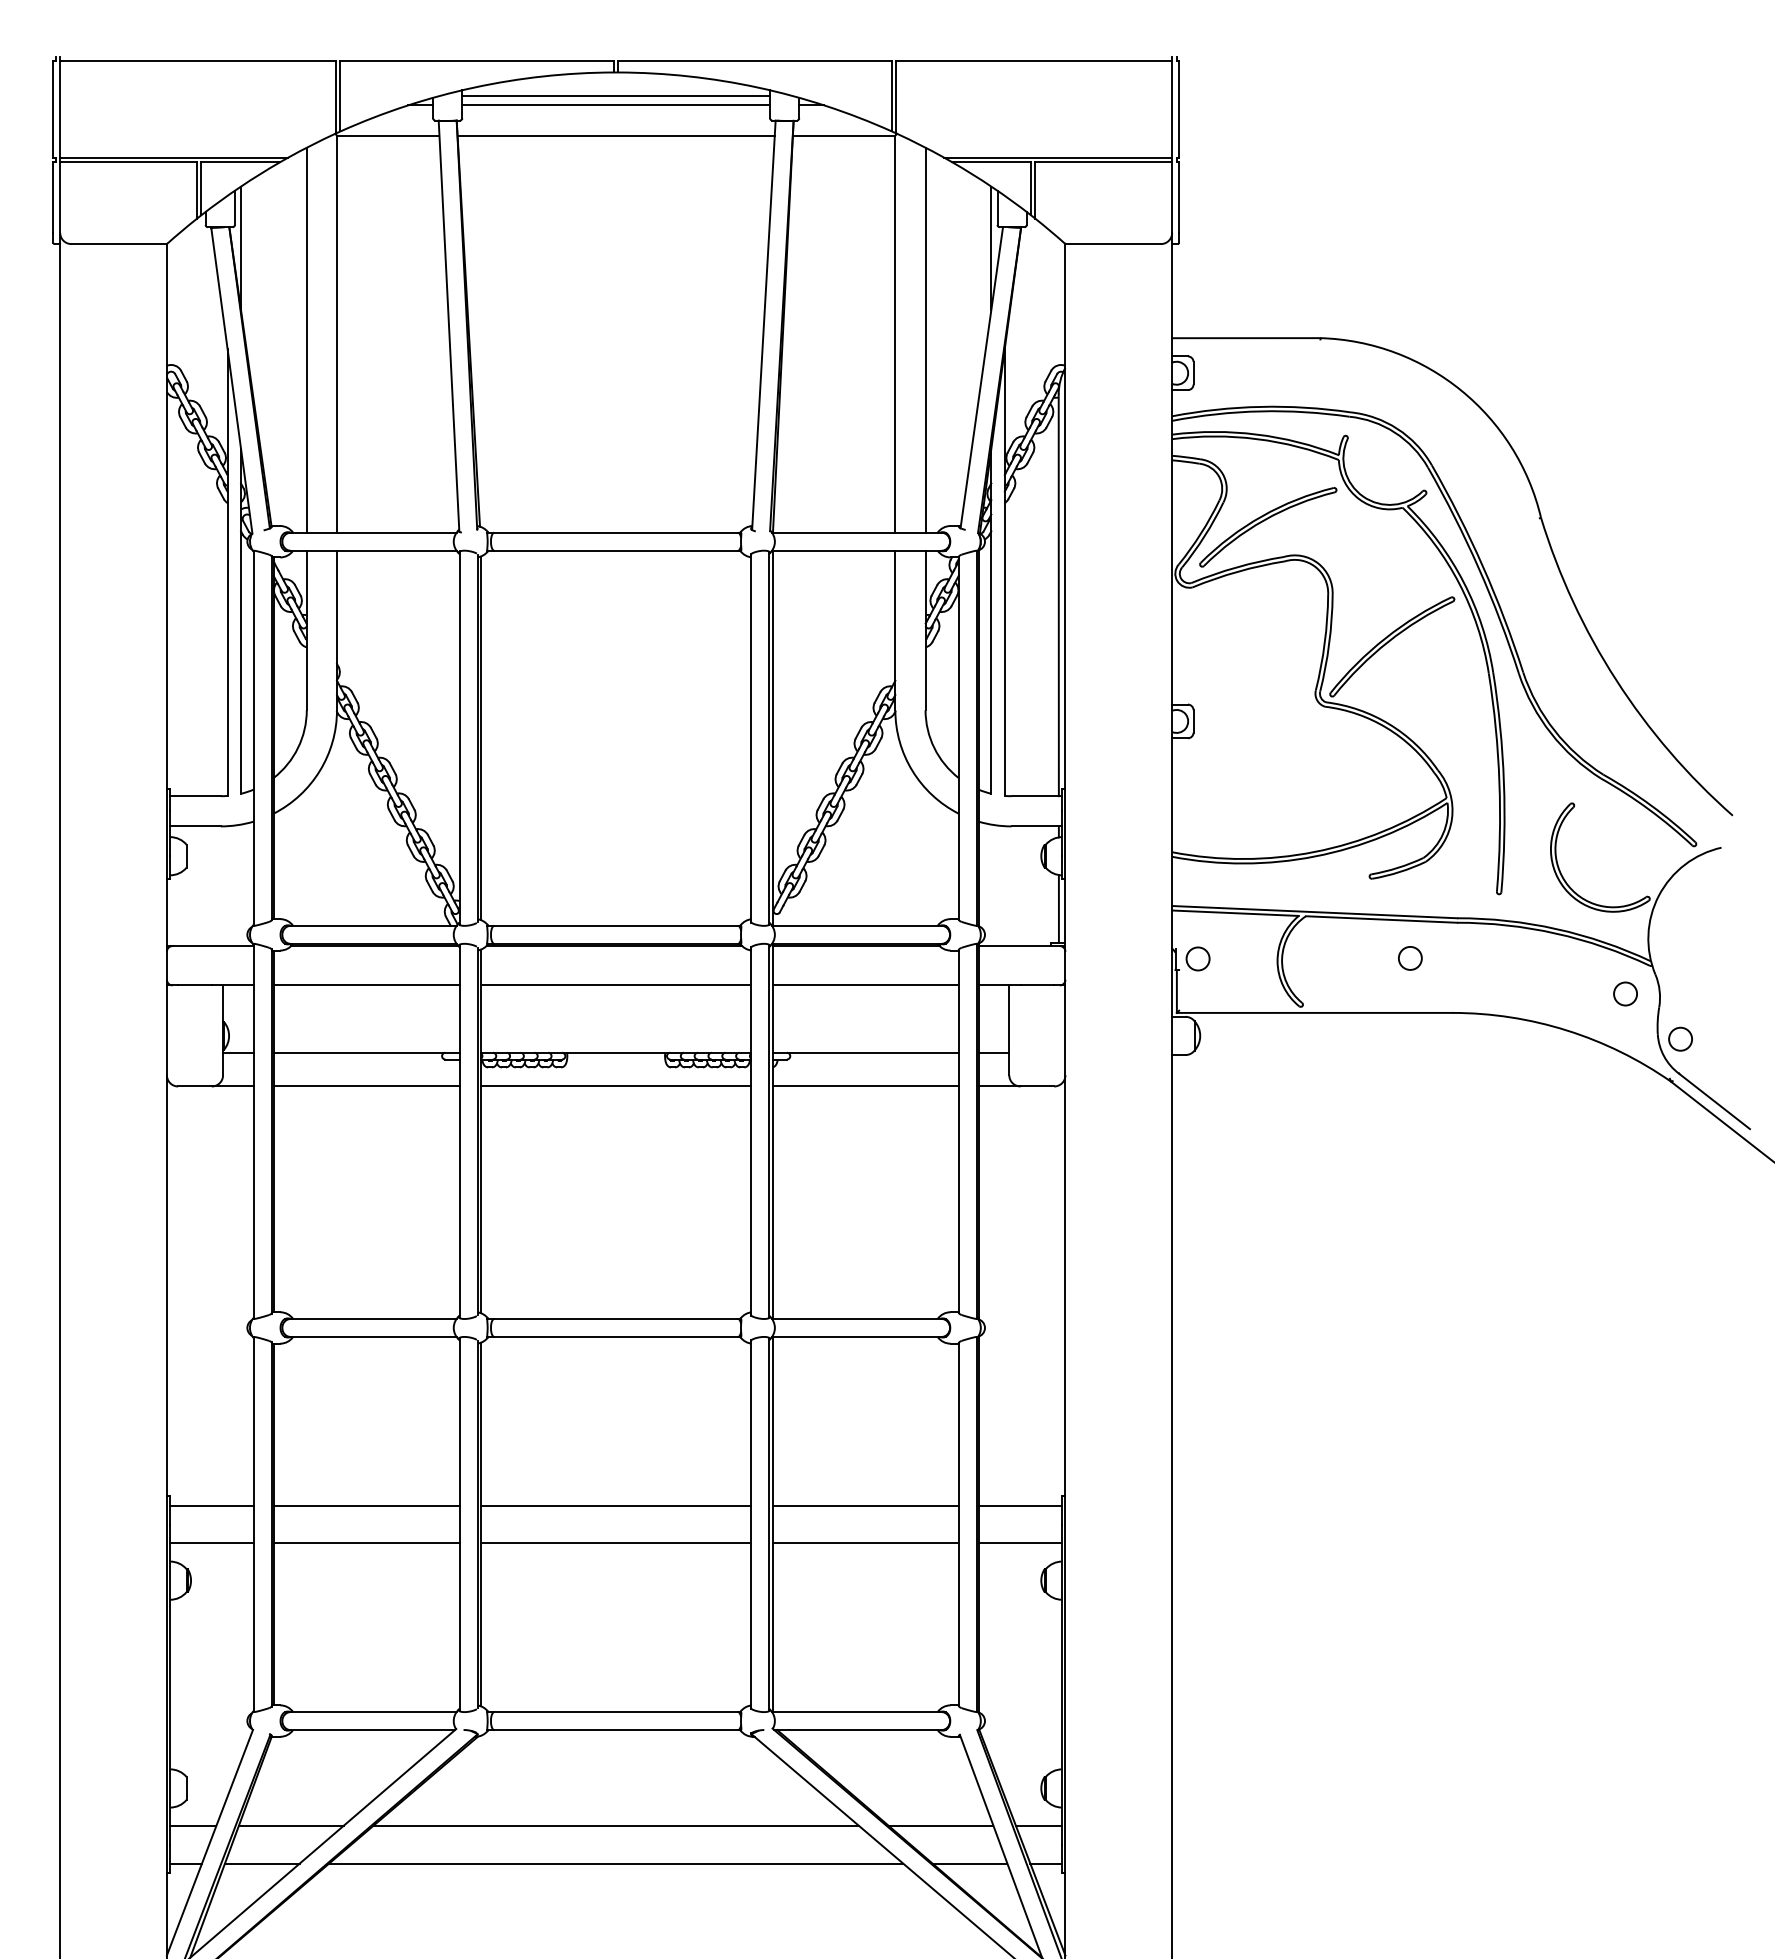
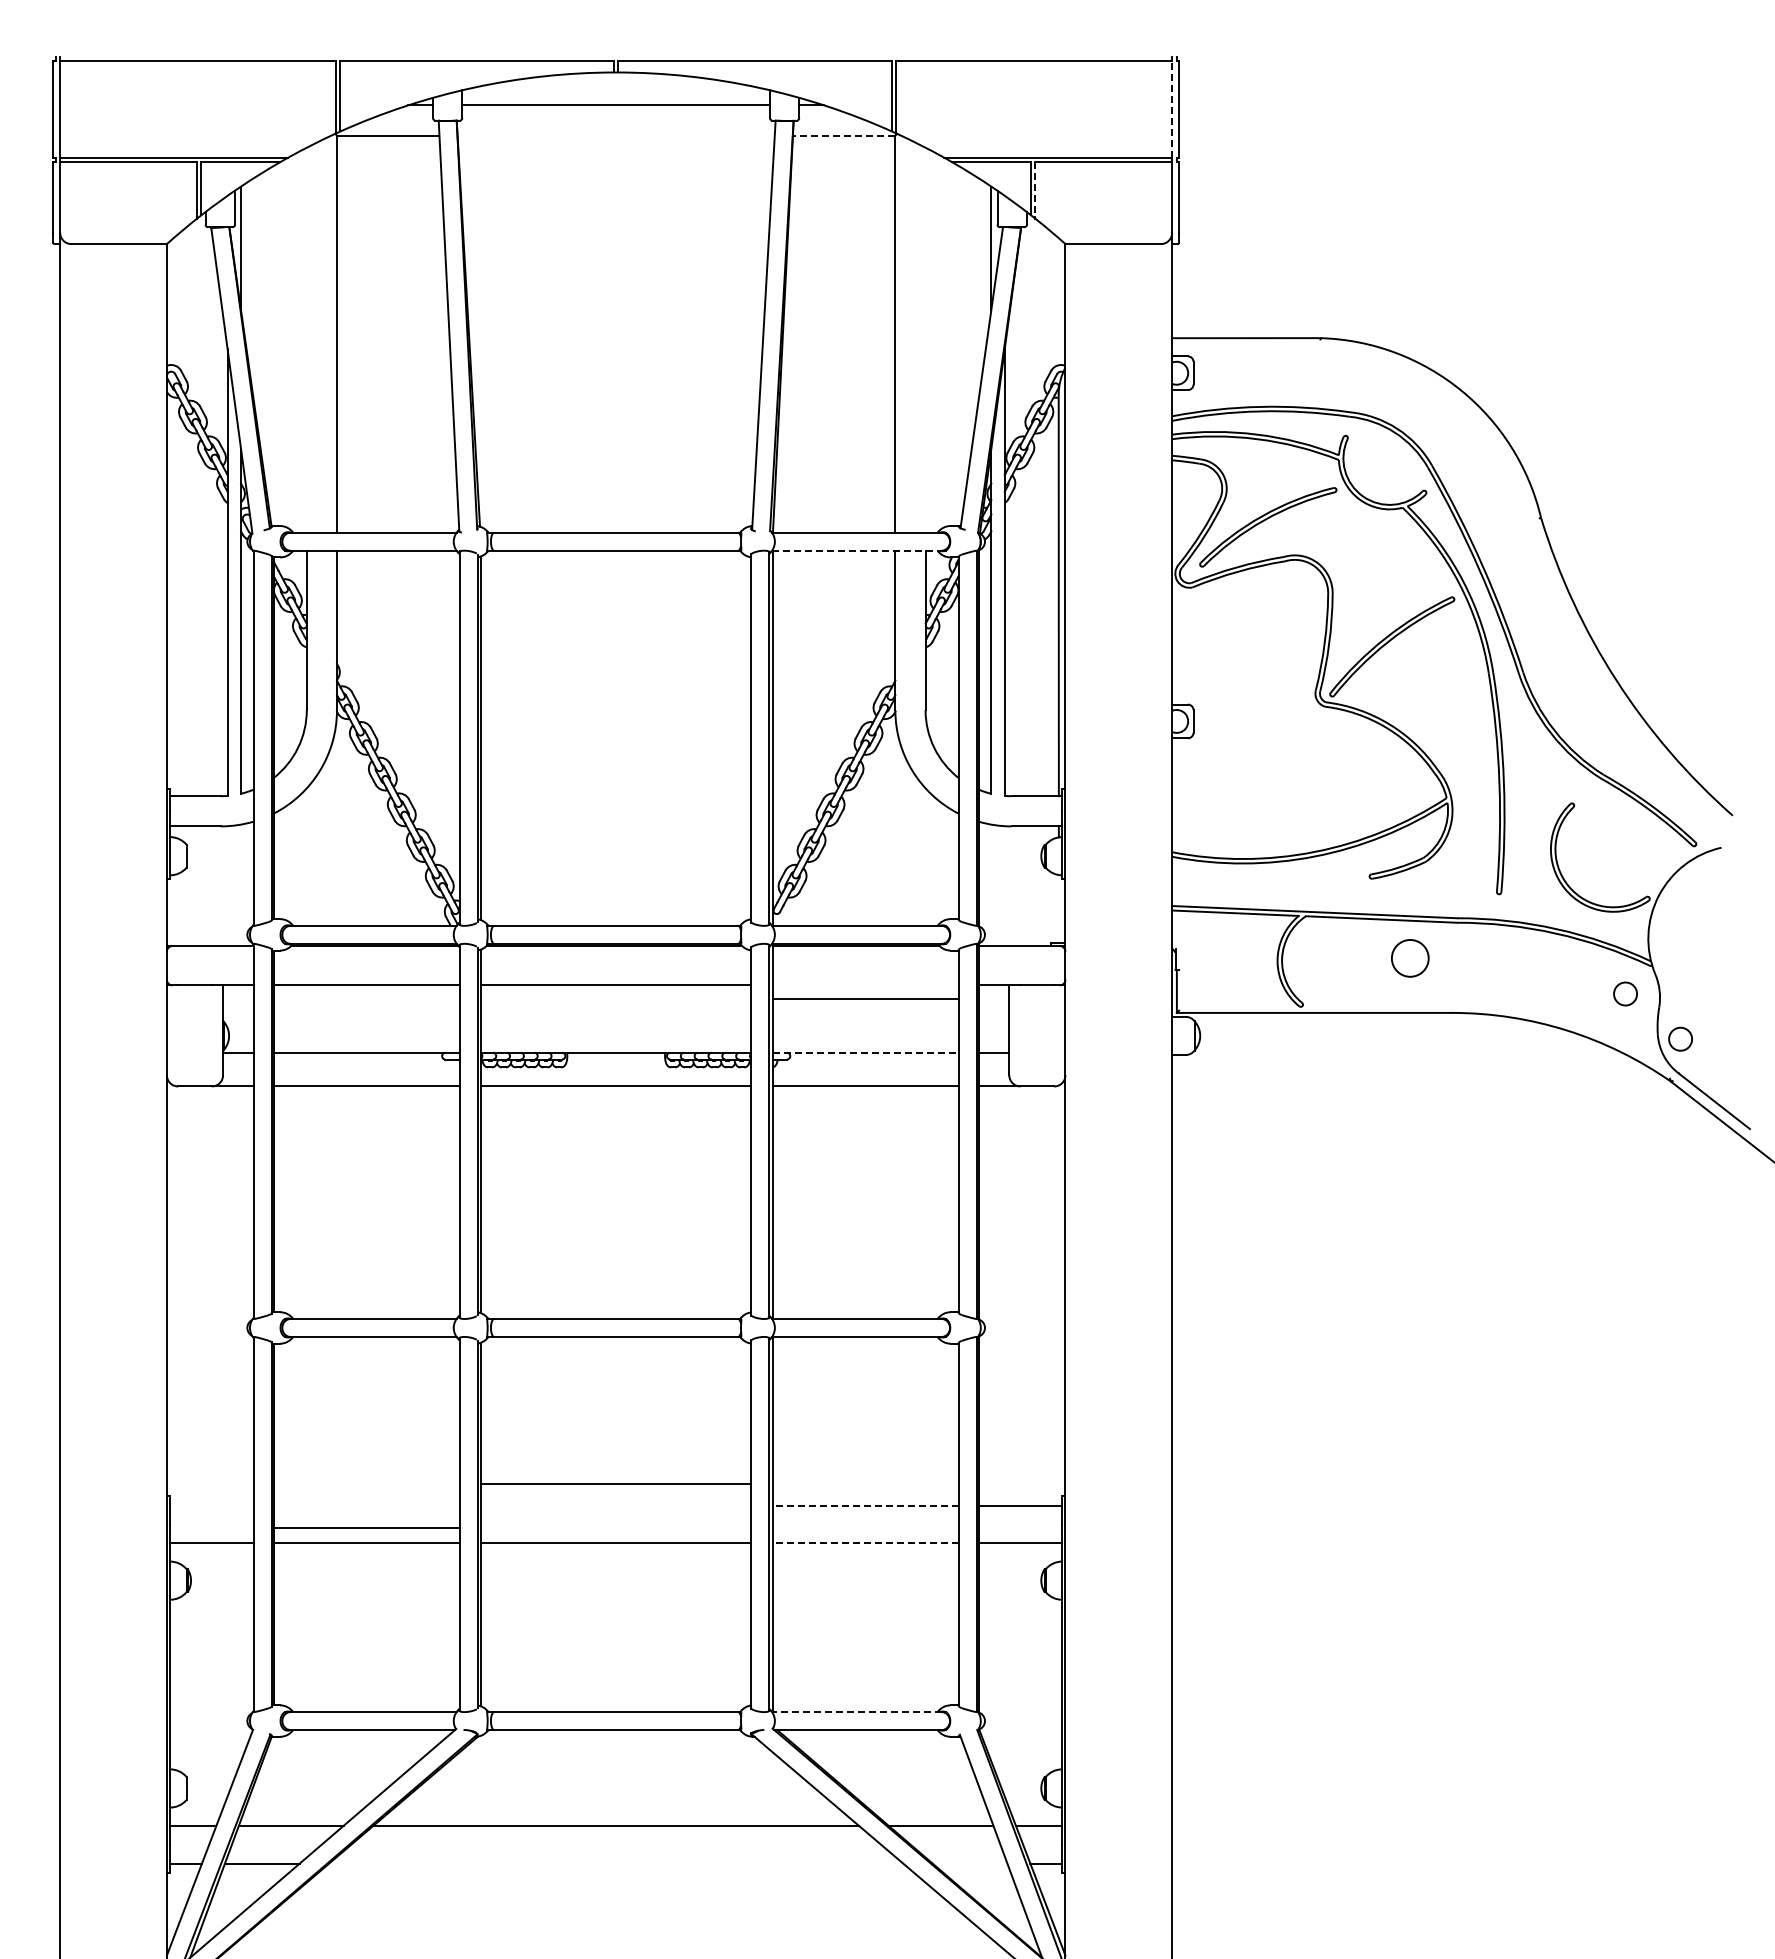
line at (616, 96): present -> none
line at (1172, 108): solid -> dashed
line at (615, 135): present -> none
line at (843, 135): solid -> dashed
line at (1035, 189): solid -> dashed
line at (306, 339): present -> none
line at (925, 339): present -> none
line at (856, 550): solid -> dashed
line at (1058, 908): present -> none
circle at (1197, 958): present -> none
circle at (1410, 958) size: 25x25 px -> 39x39 px
line at (865, 985) position: (865, 985) -> (865, 999)
line at (866, 1052): solid -> dashed
line at (211, 1505): present -> none
line at (366, 1505) position: (366, 1505) -> (366, 1527)
line at (615, 1505) position: (615, 1505) -> (615, 1483)
line at (865, 1505): solid -> dashed
line at (865, 1543): solid -> dashed
line at (856, 1712): solid -> dashed
line at (616, 1863): present -> none
line at (969, 1863): present -> none
